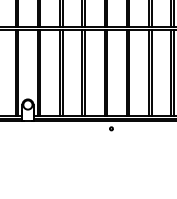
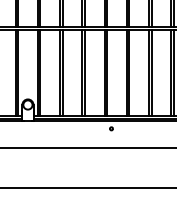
line at (87, 148): none -> present
line at (87, 187): none -> present
